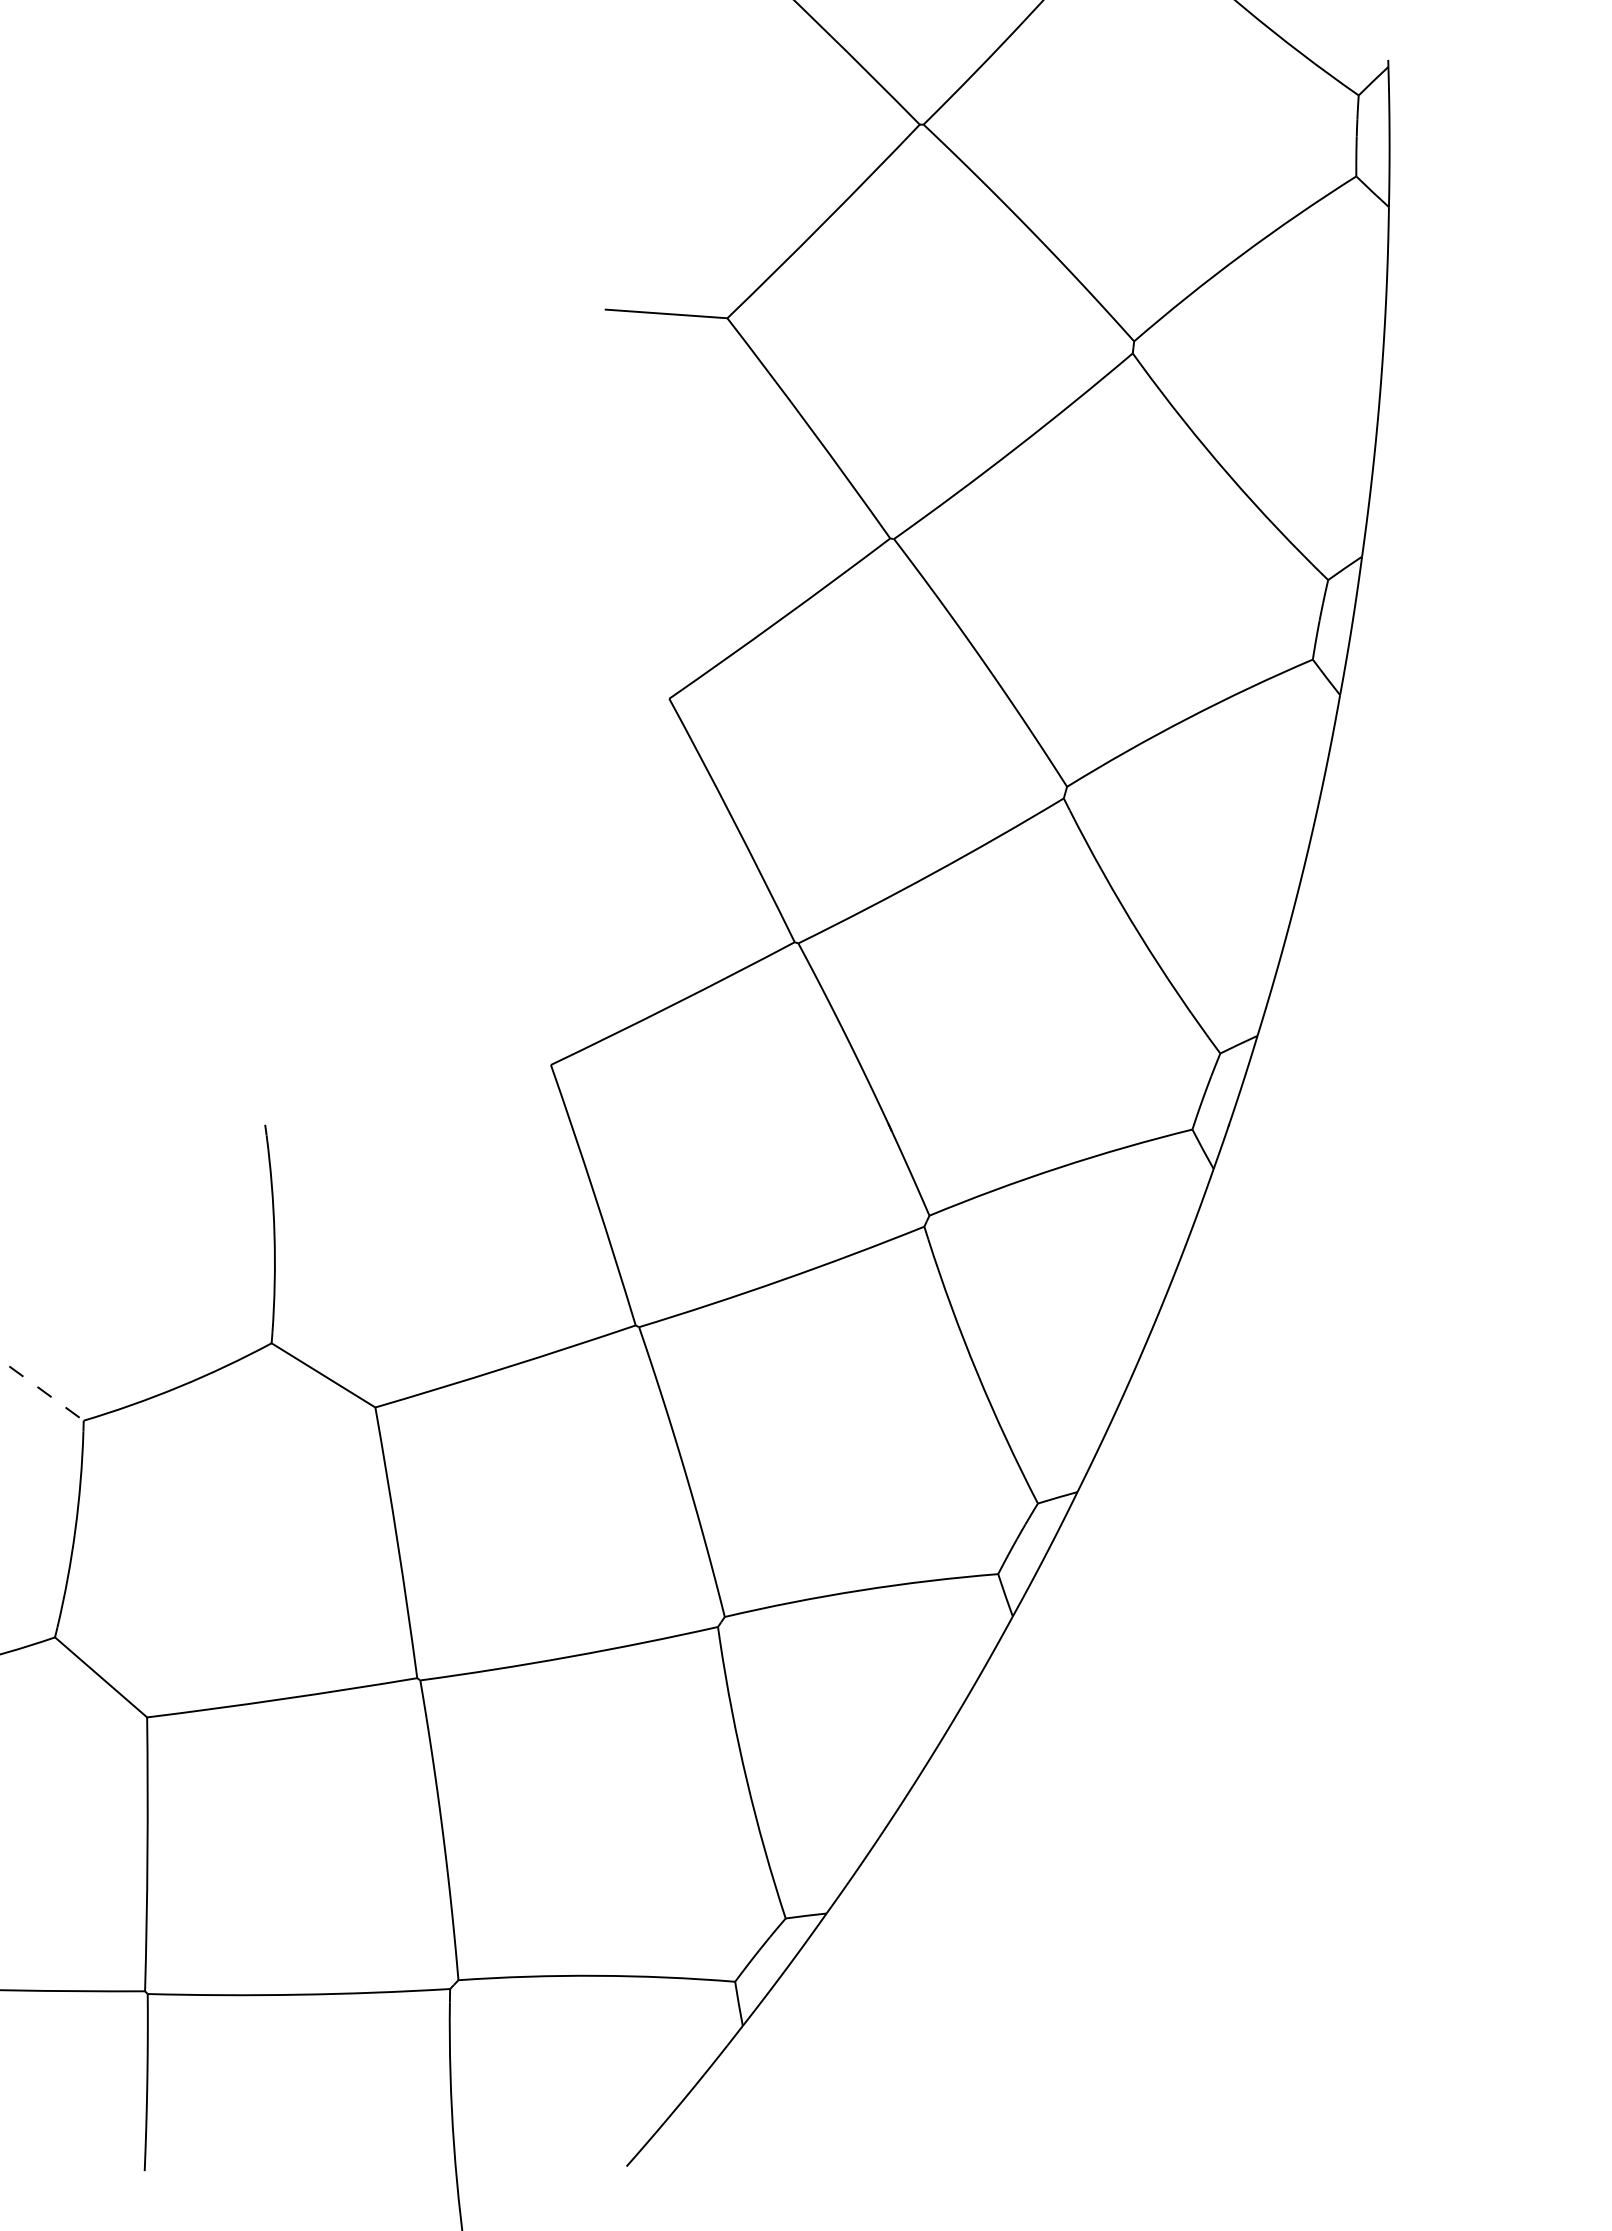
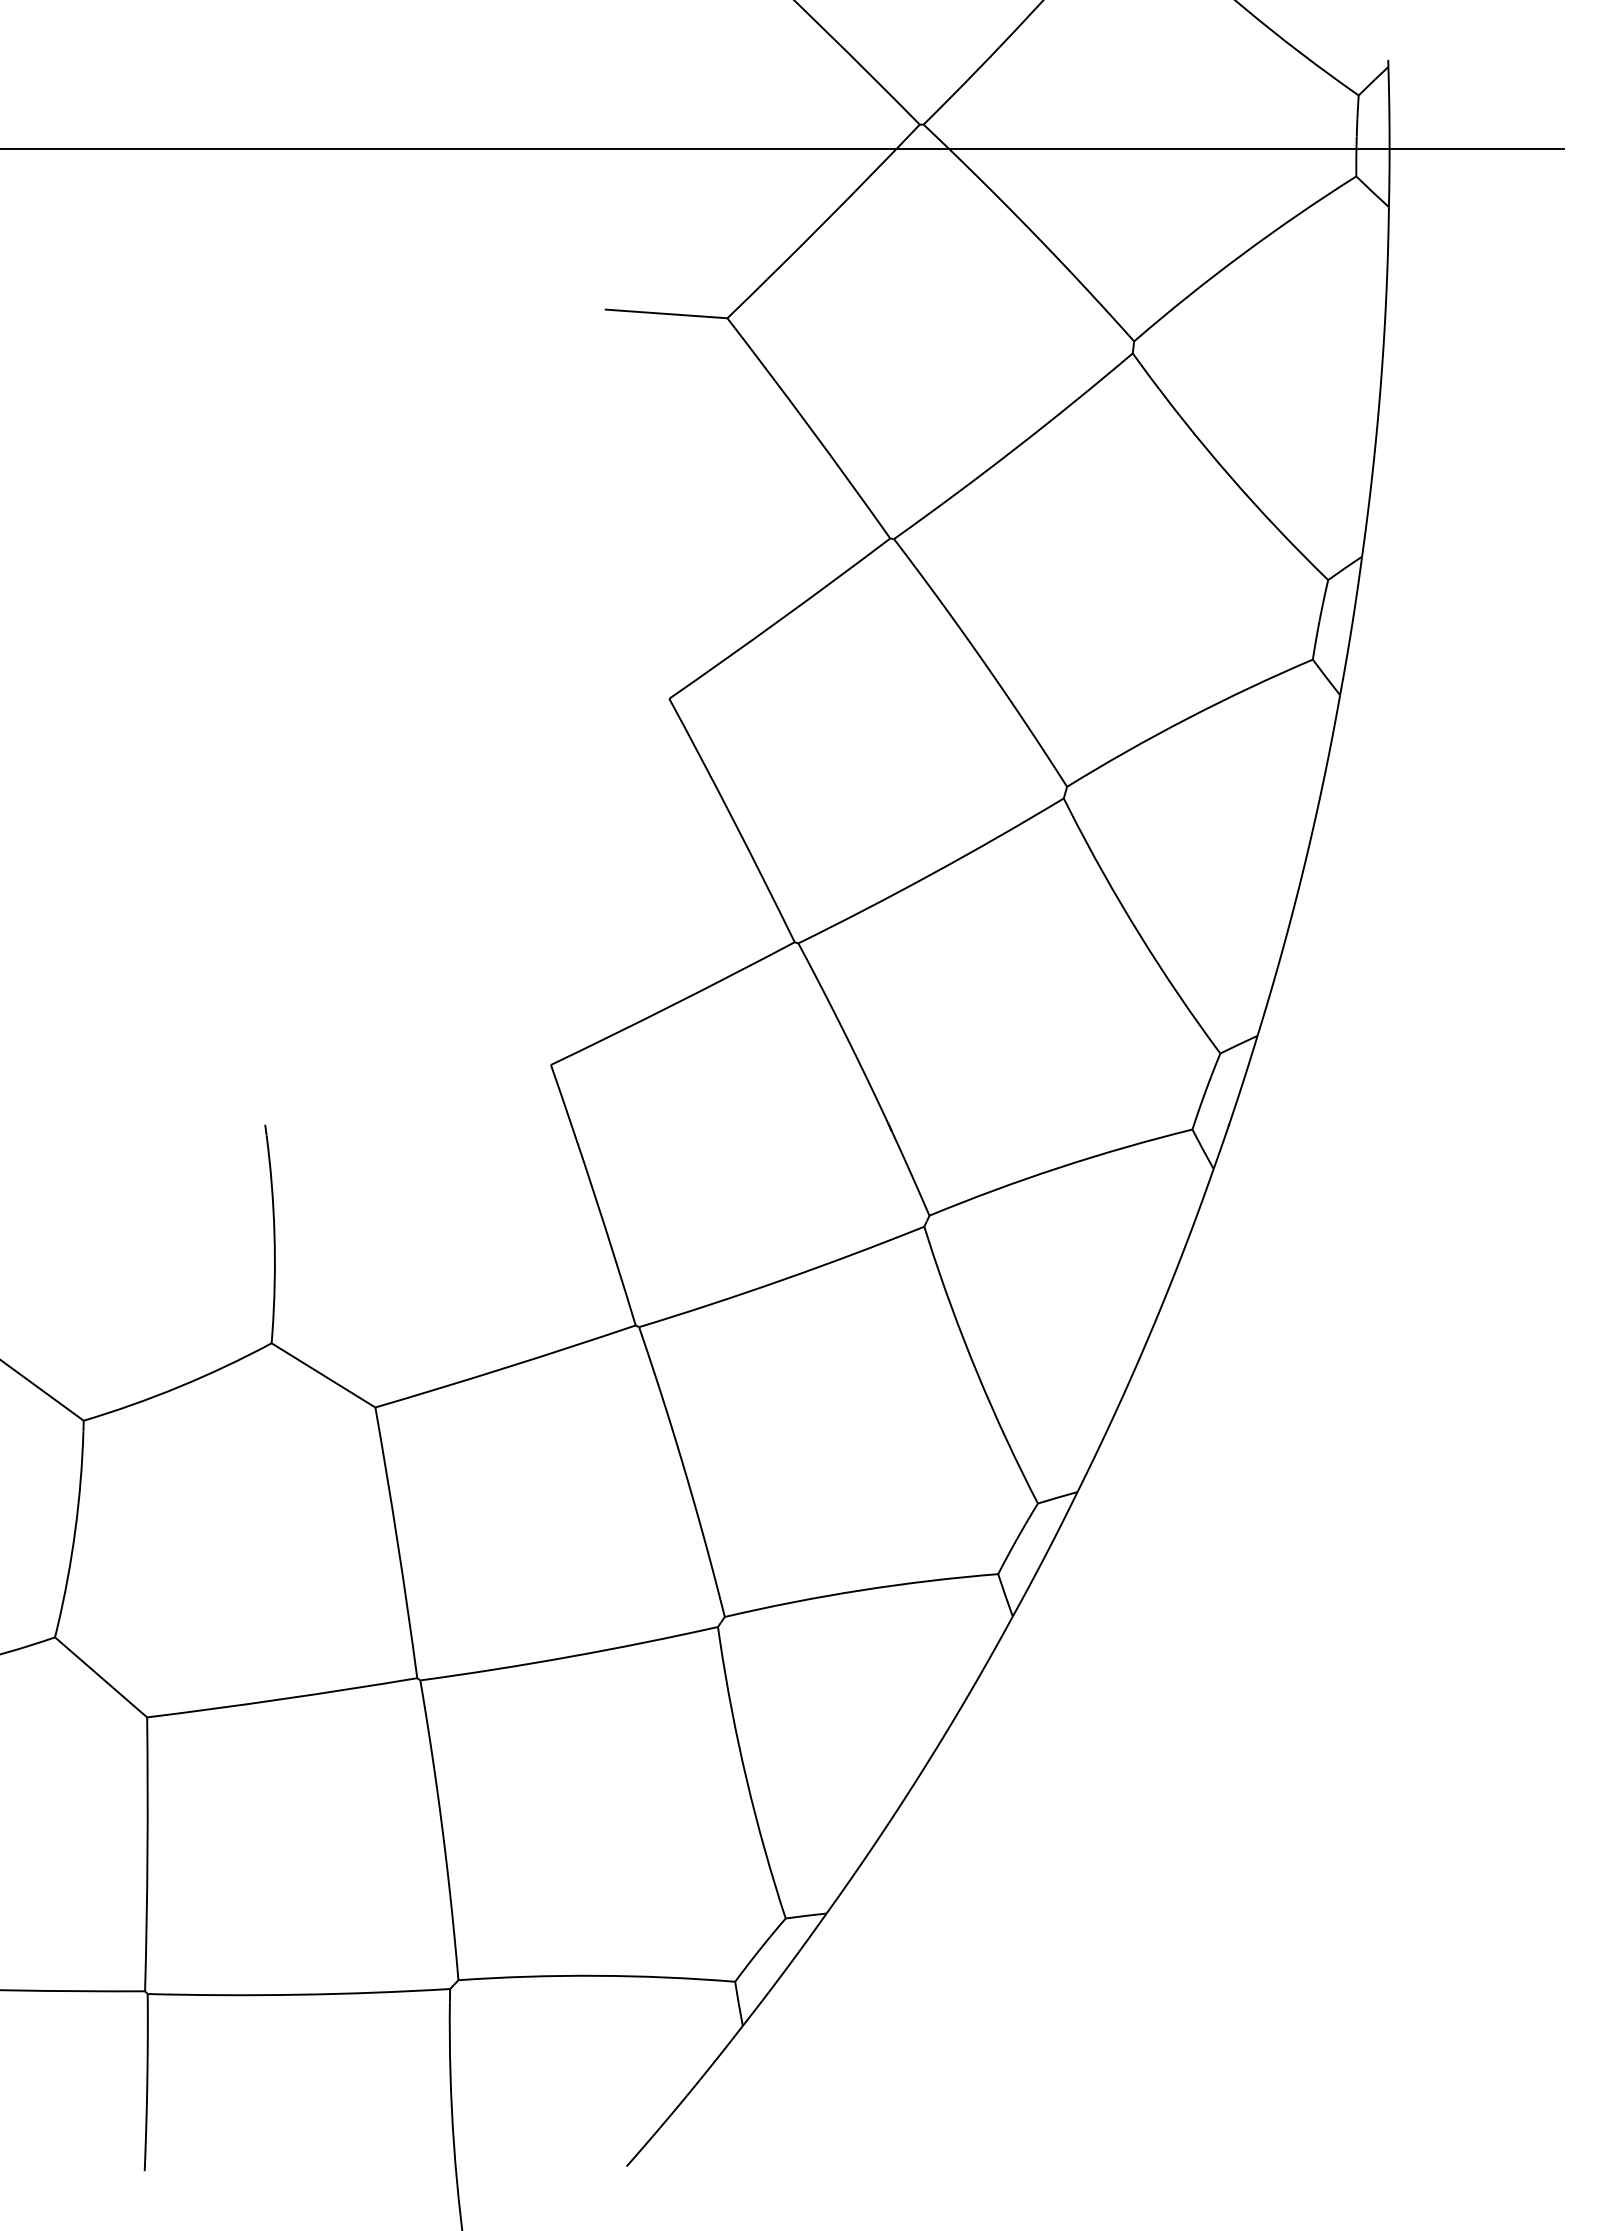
line at (782, 148): none -> present
line at (42, 1390): dashed -> solid
